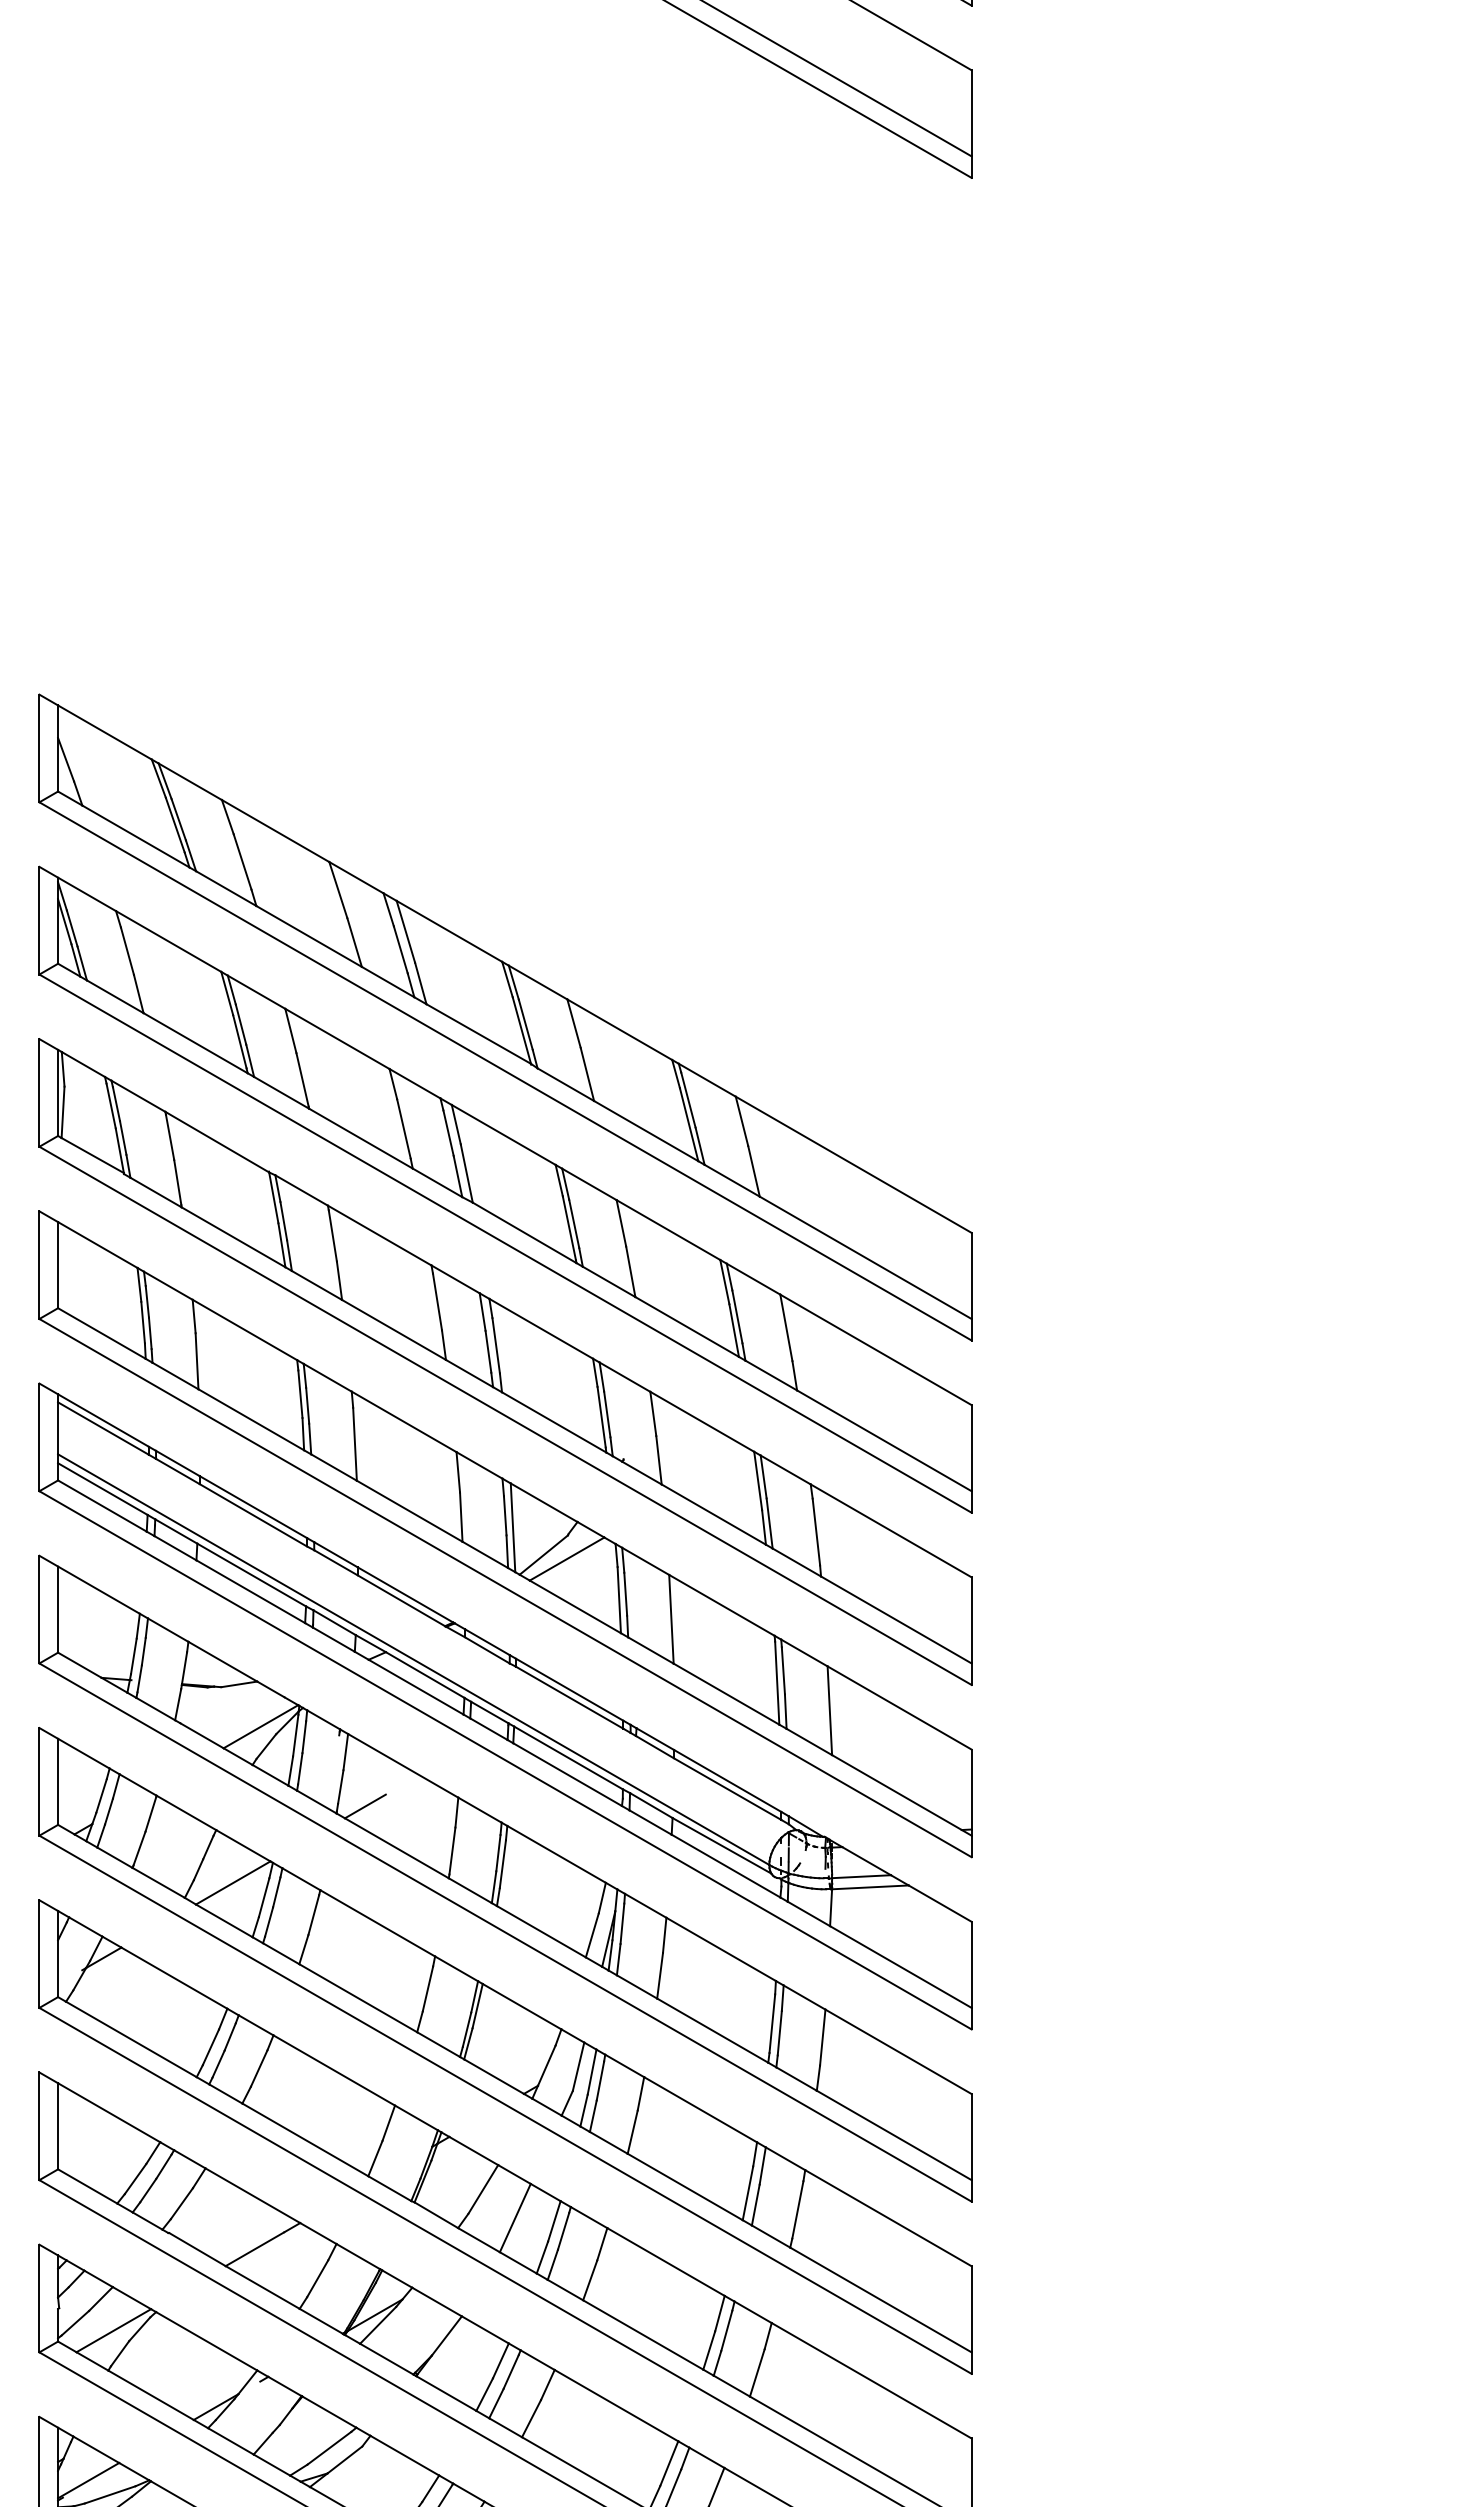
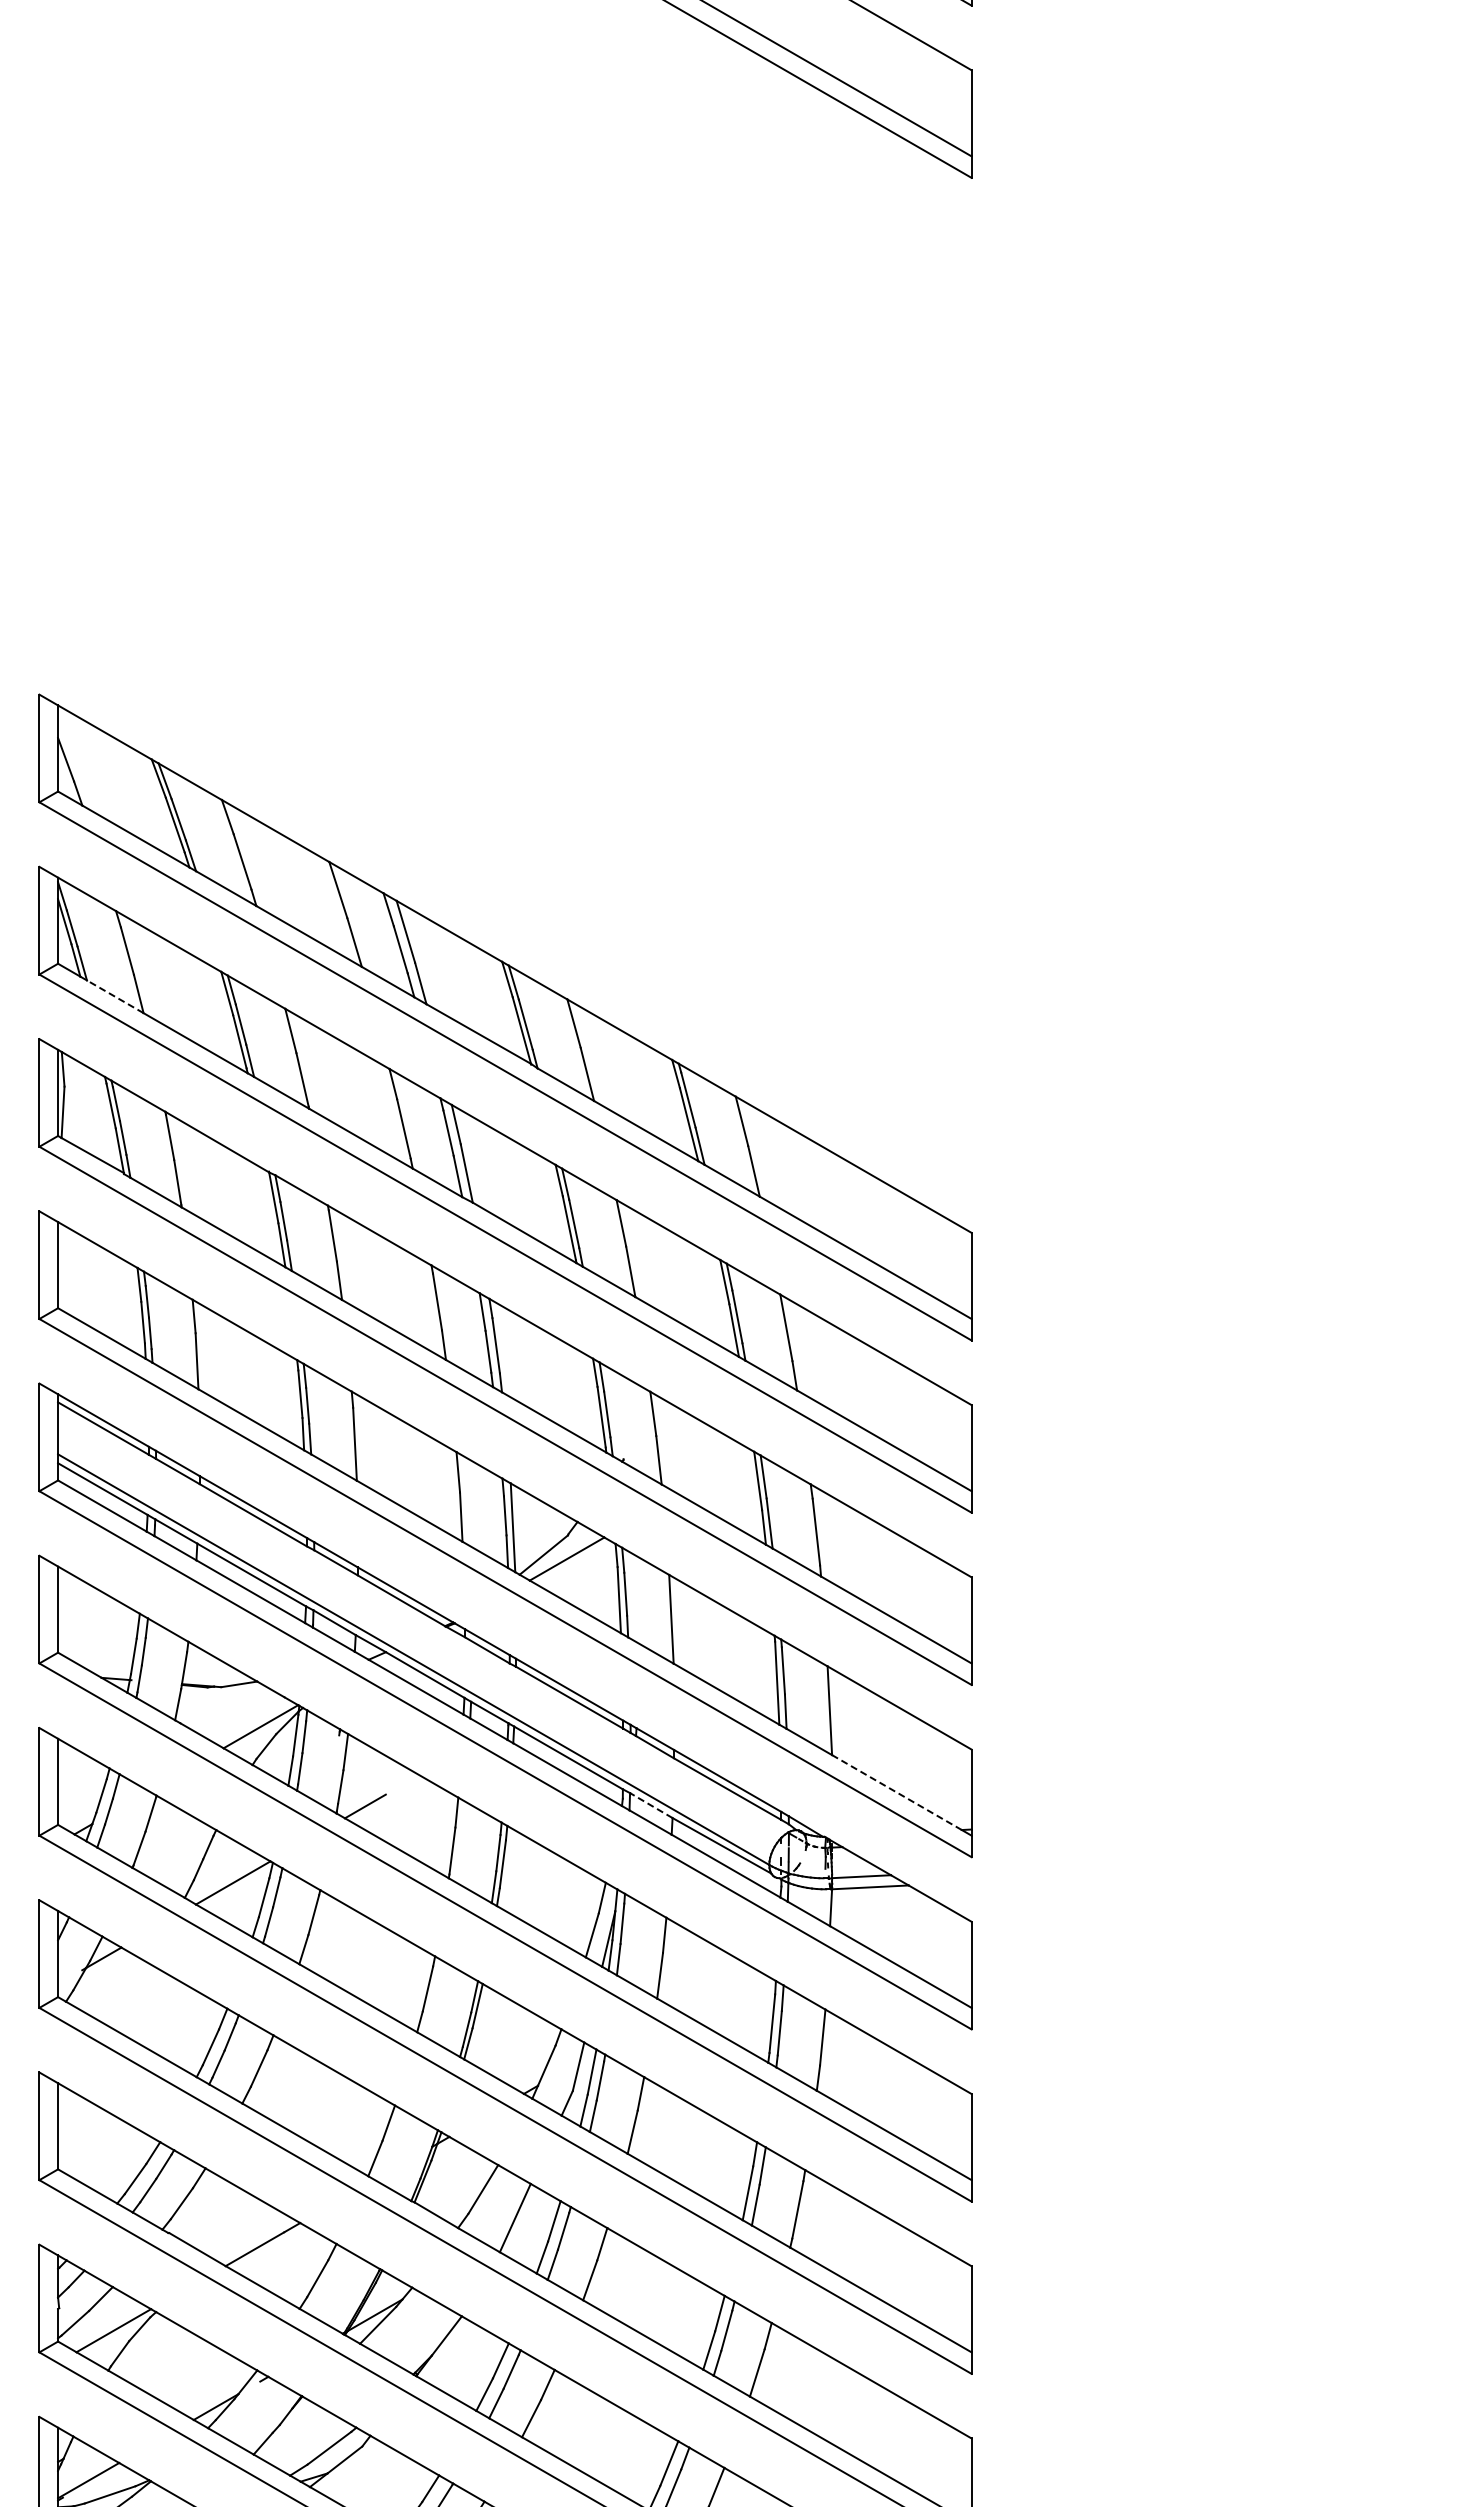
line at (115, 996): solid -> dashed
line at (896, 1792): solid -> dashed
line at (651, 1805): solid -> dashed
